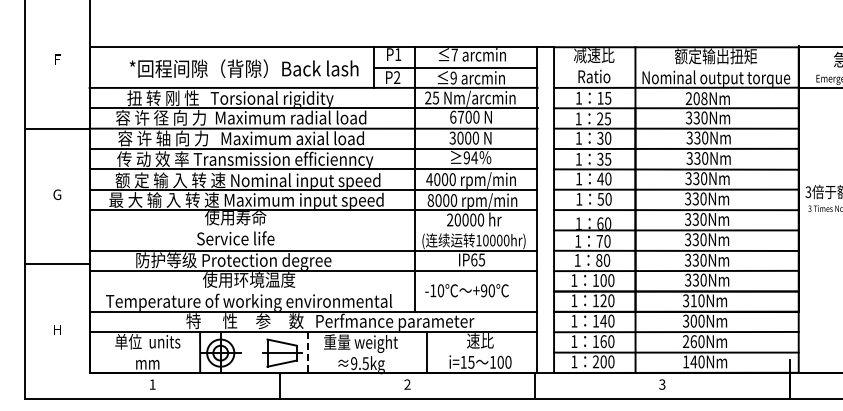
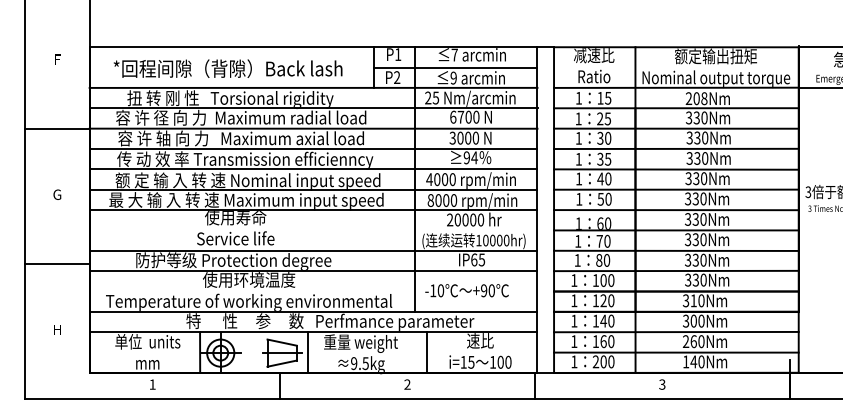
text at (243, 68) position: (243, 68) -> (227, 68)
line at (307, 353): dashed -> solid
